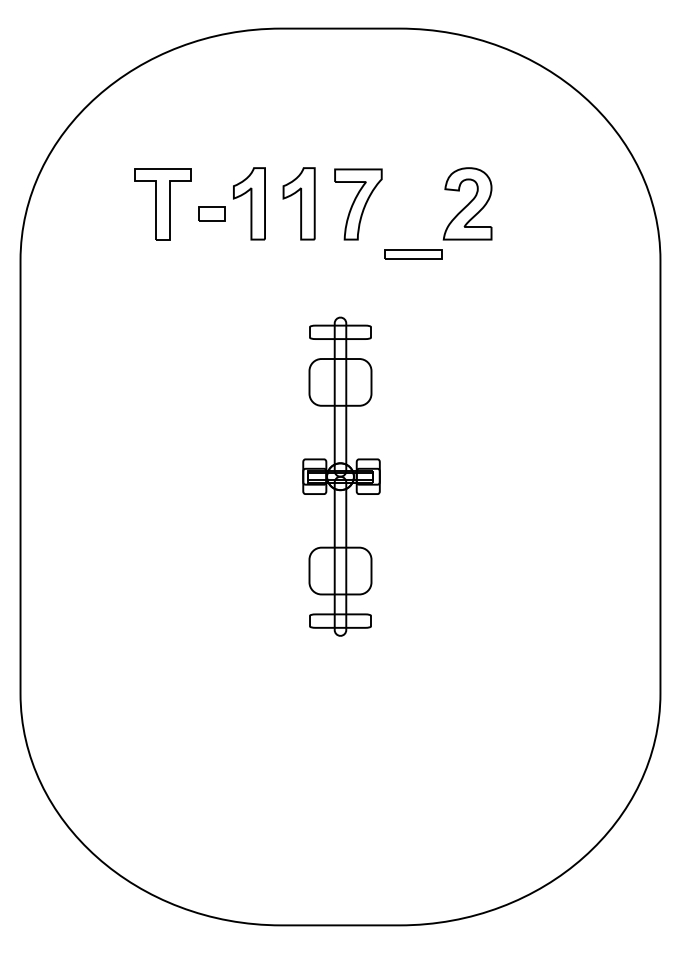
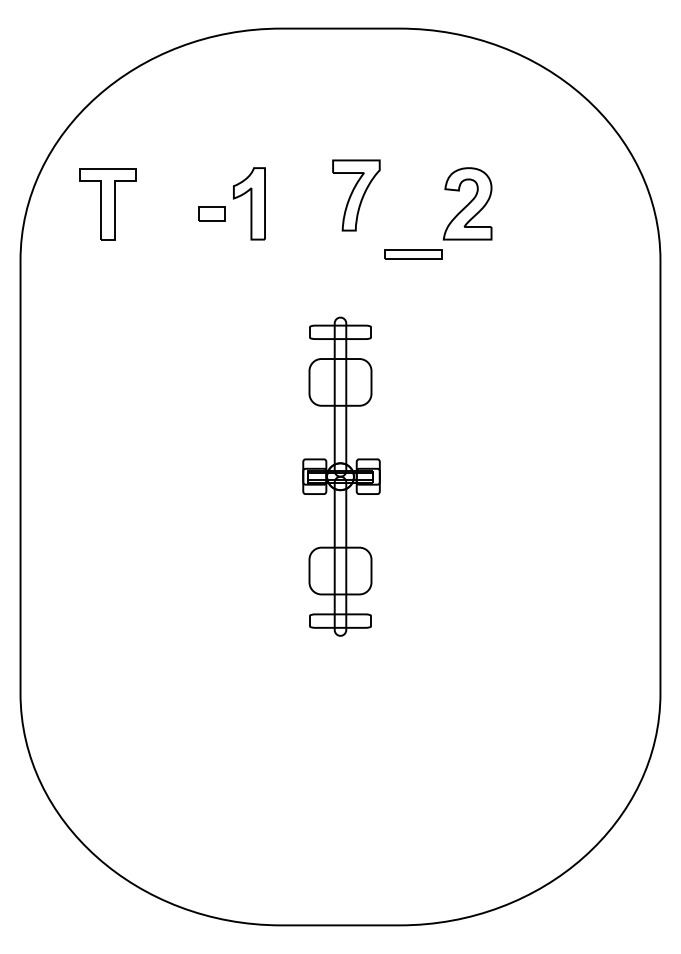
part at (298, 203): present -> none
part at (162, 204) position: (162, 204) -> (107, 204)
part at (358, 204) position: (358, 204) -> (356, 195)
